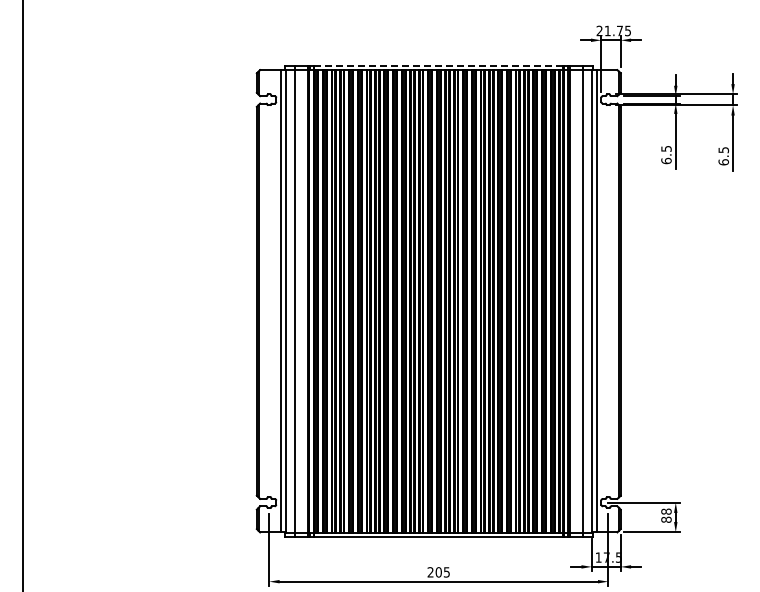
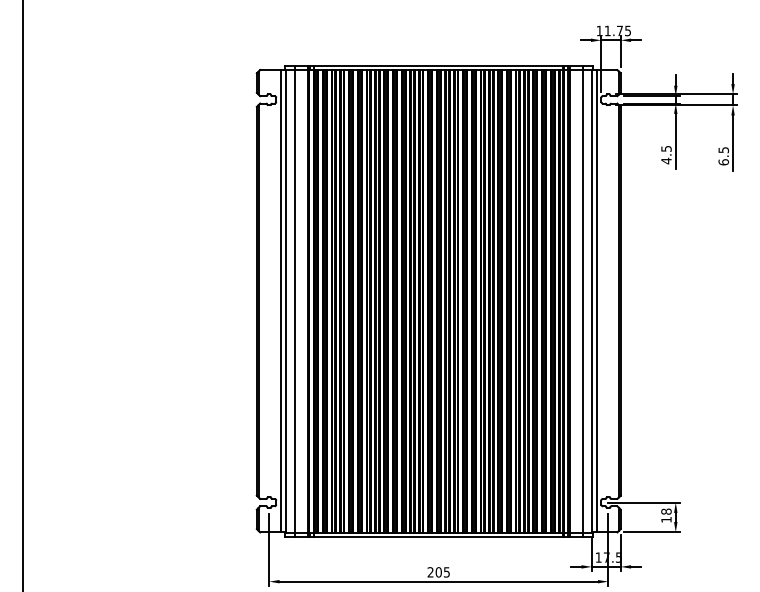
text at (599, 30): 21.75 -> 11.75
line at (439, 65): dashed -> solid
text at (666, 161): 6.5 -> 4.5
text at (666, 519): 88 -> 18
